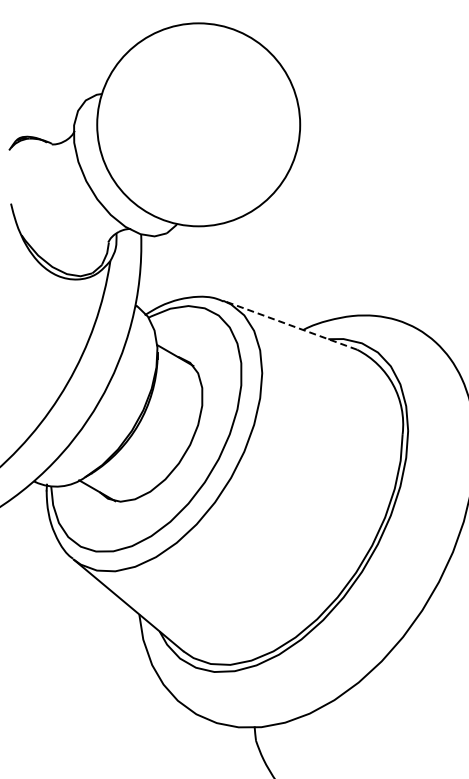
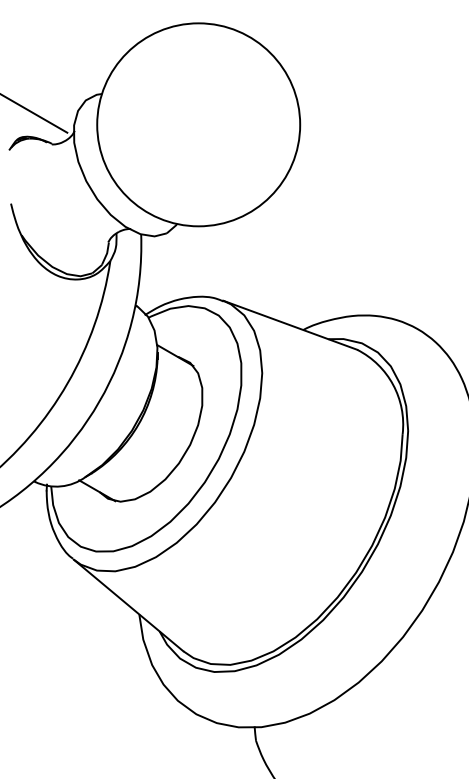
line at (34, 113): none -> present
line at (289, 325): dashed -> solid
